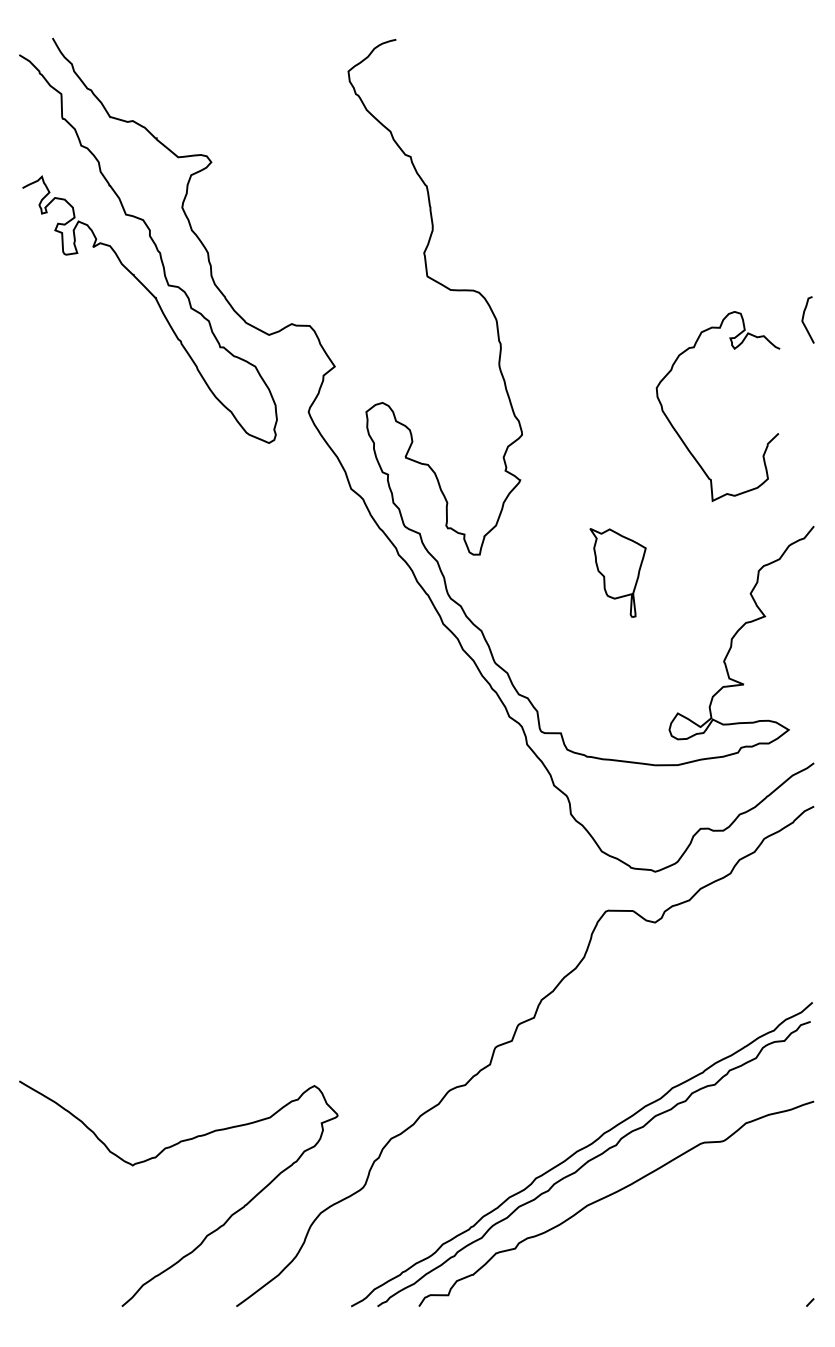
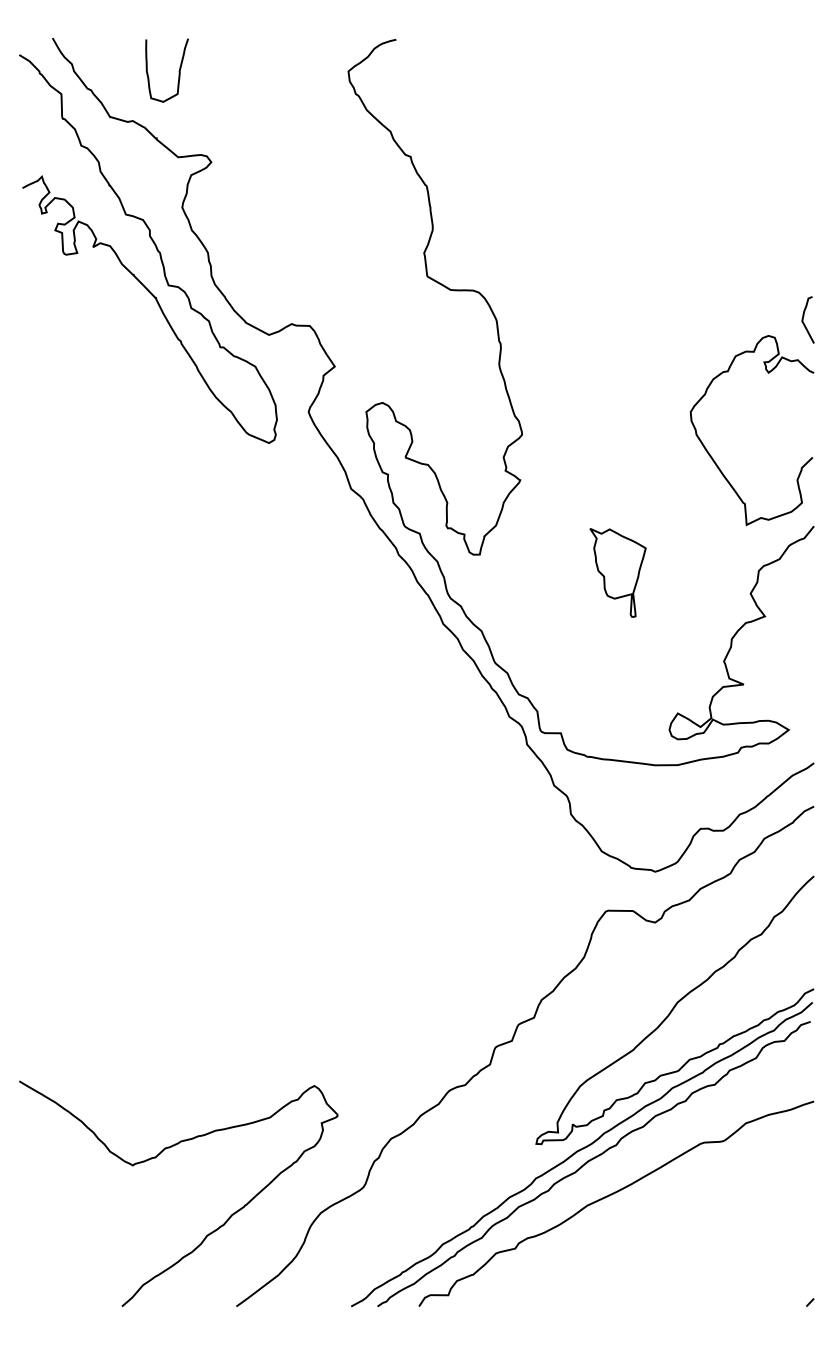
curve at (178, 71): none -> present
curve at (677, 431) position: (677, 431) -> (711, 455)
curve at (673, 1010): none -> present
